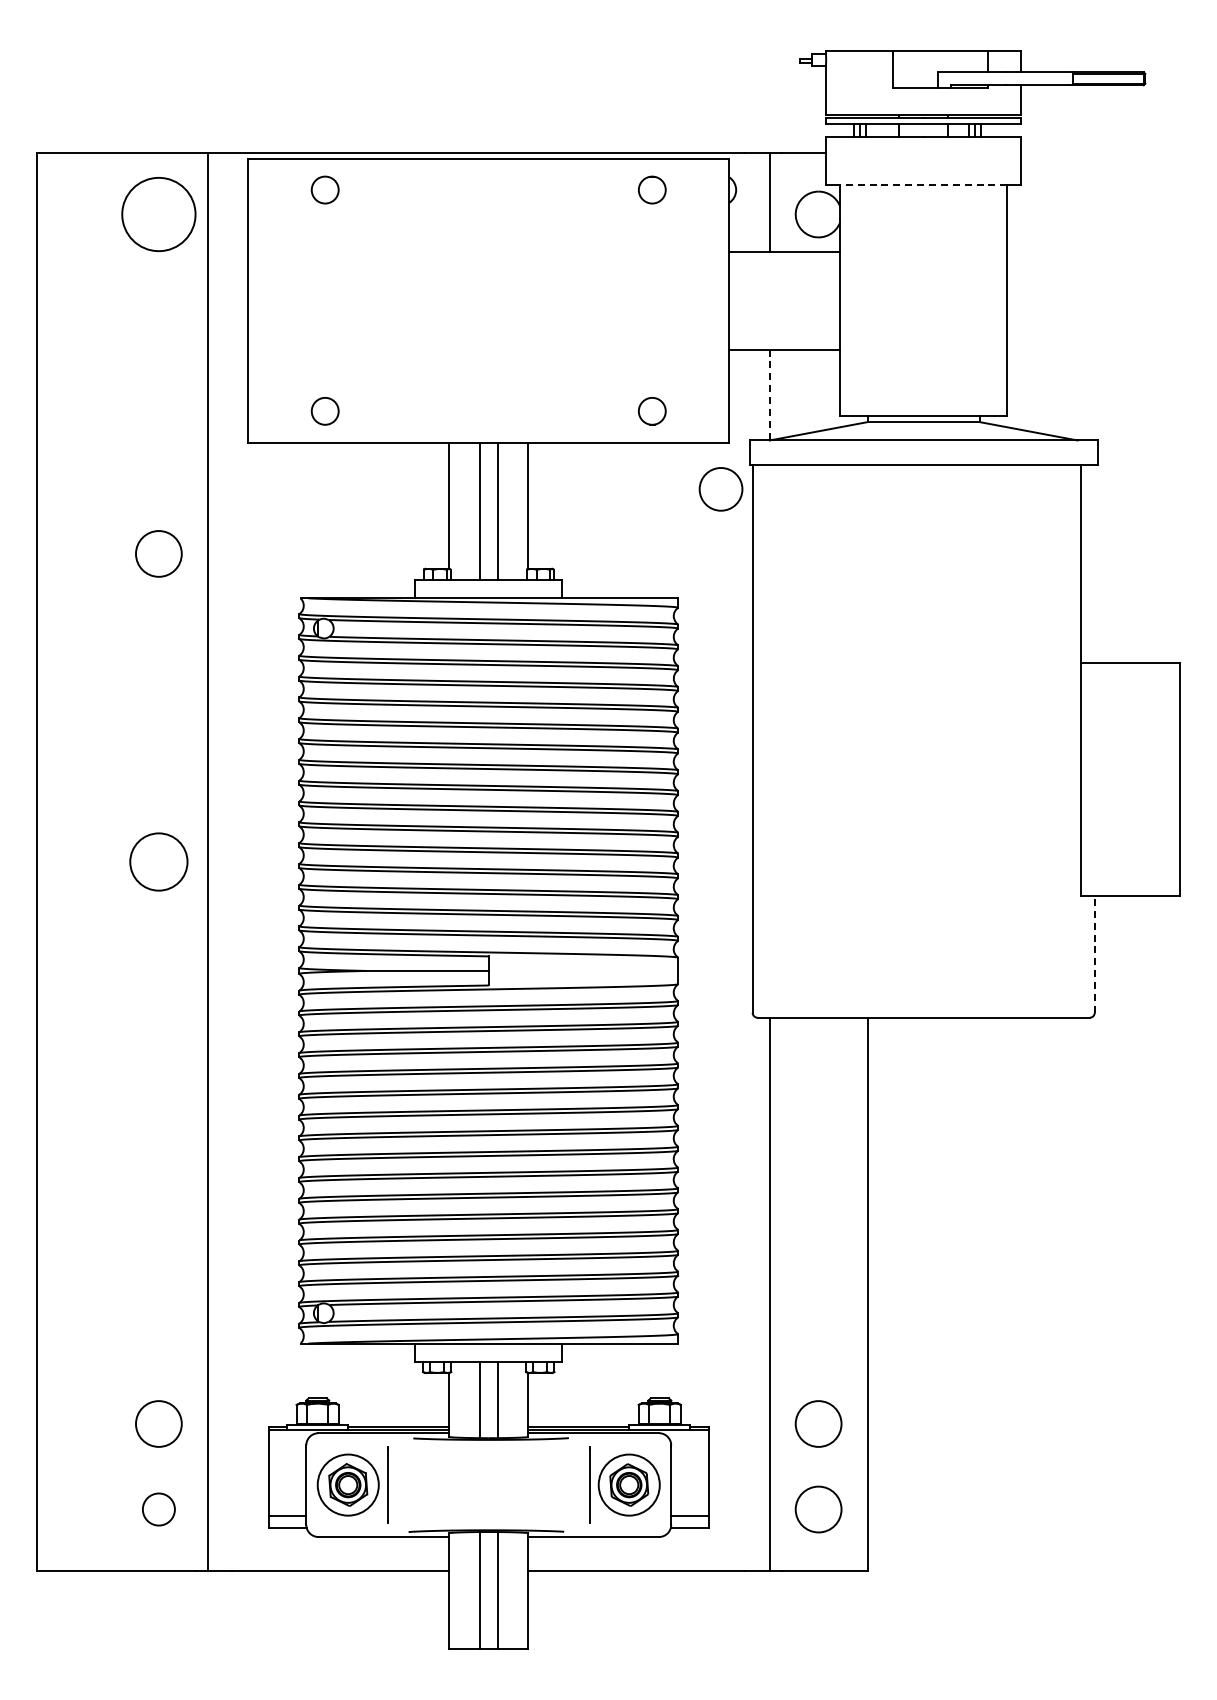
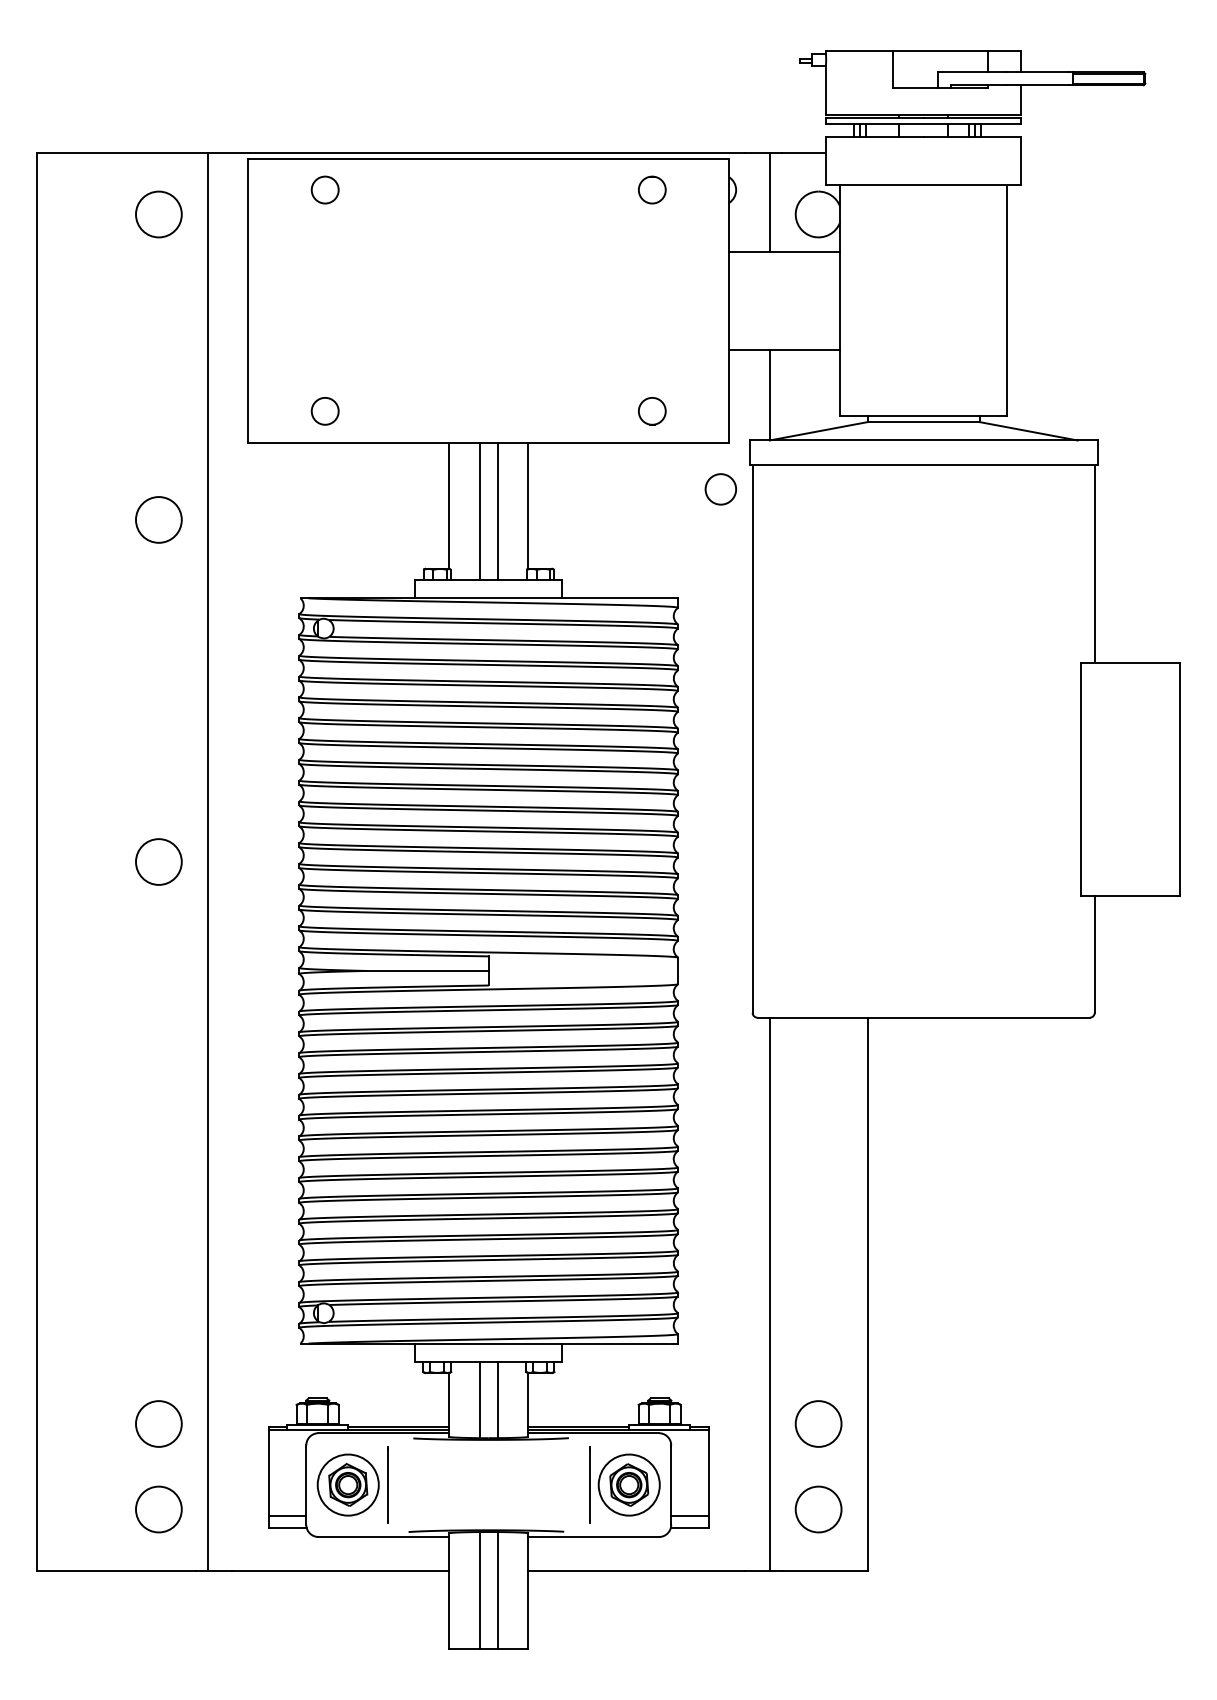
line at (923, 185): dashed -> solid
circle at (158, 214) diameter: 73 px -> 46 px
line at (769, 395): dashed -> solid
circle at (720, 489) size: 46x45 px -> 33x33 px
circle at (158, 553) position: (158, 553) -> (158, 519)
line at (1080, 563) position: (1080, 563) -> (1094, 563)
circle at (158, 861) diameter: 57 px -> 46 px
line at (1094, 954): dashed -> solid
circle at (158, 1509) diameter: 32 px -> 46 px
